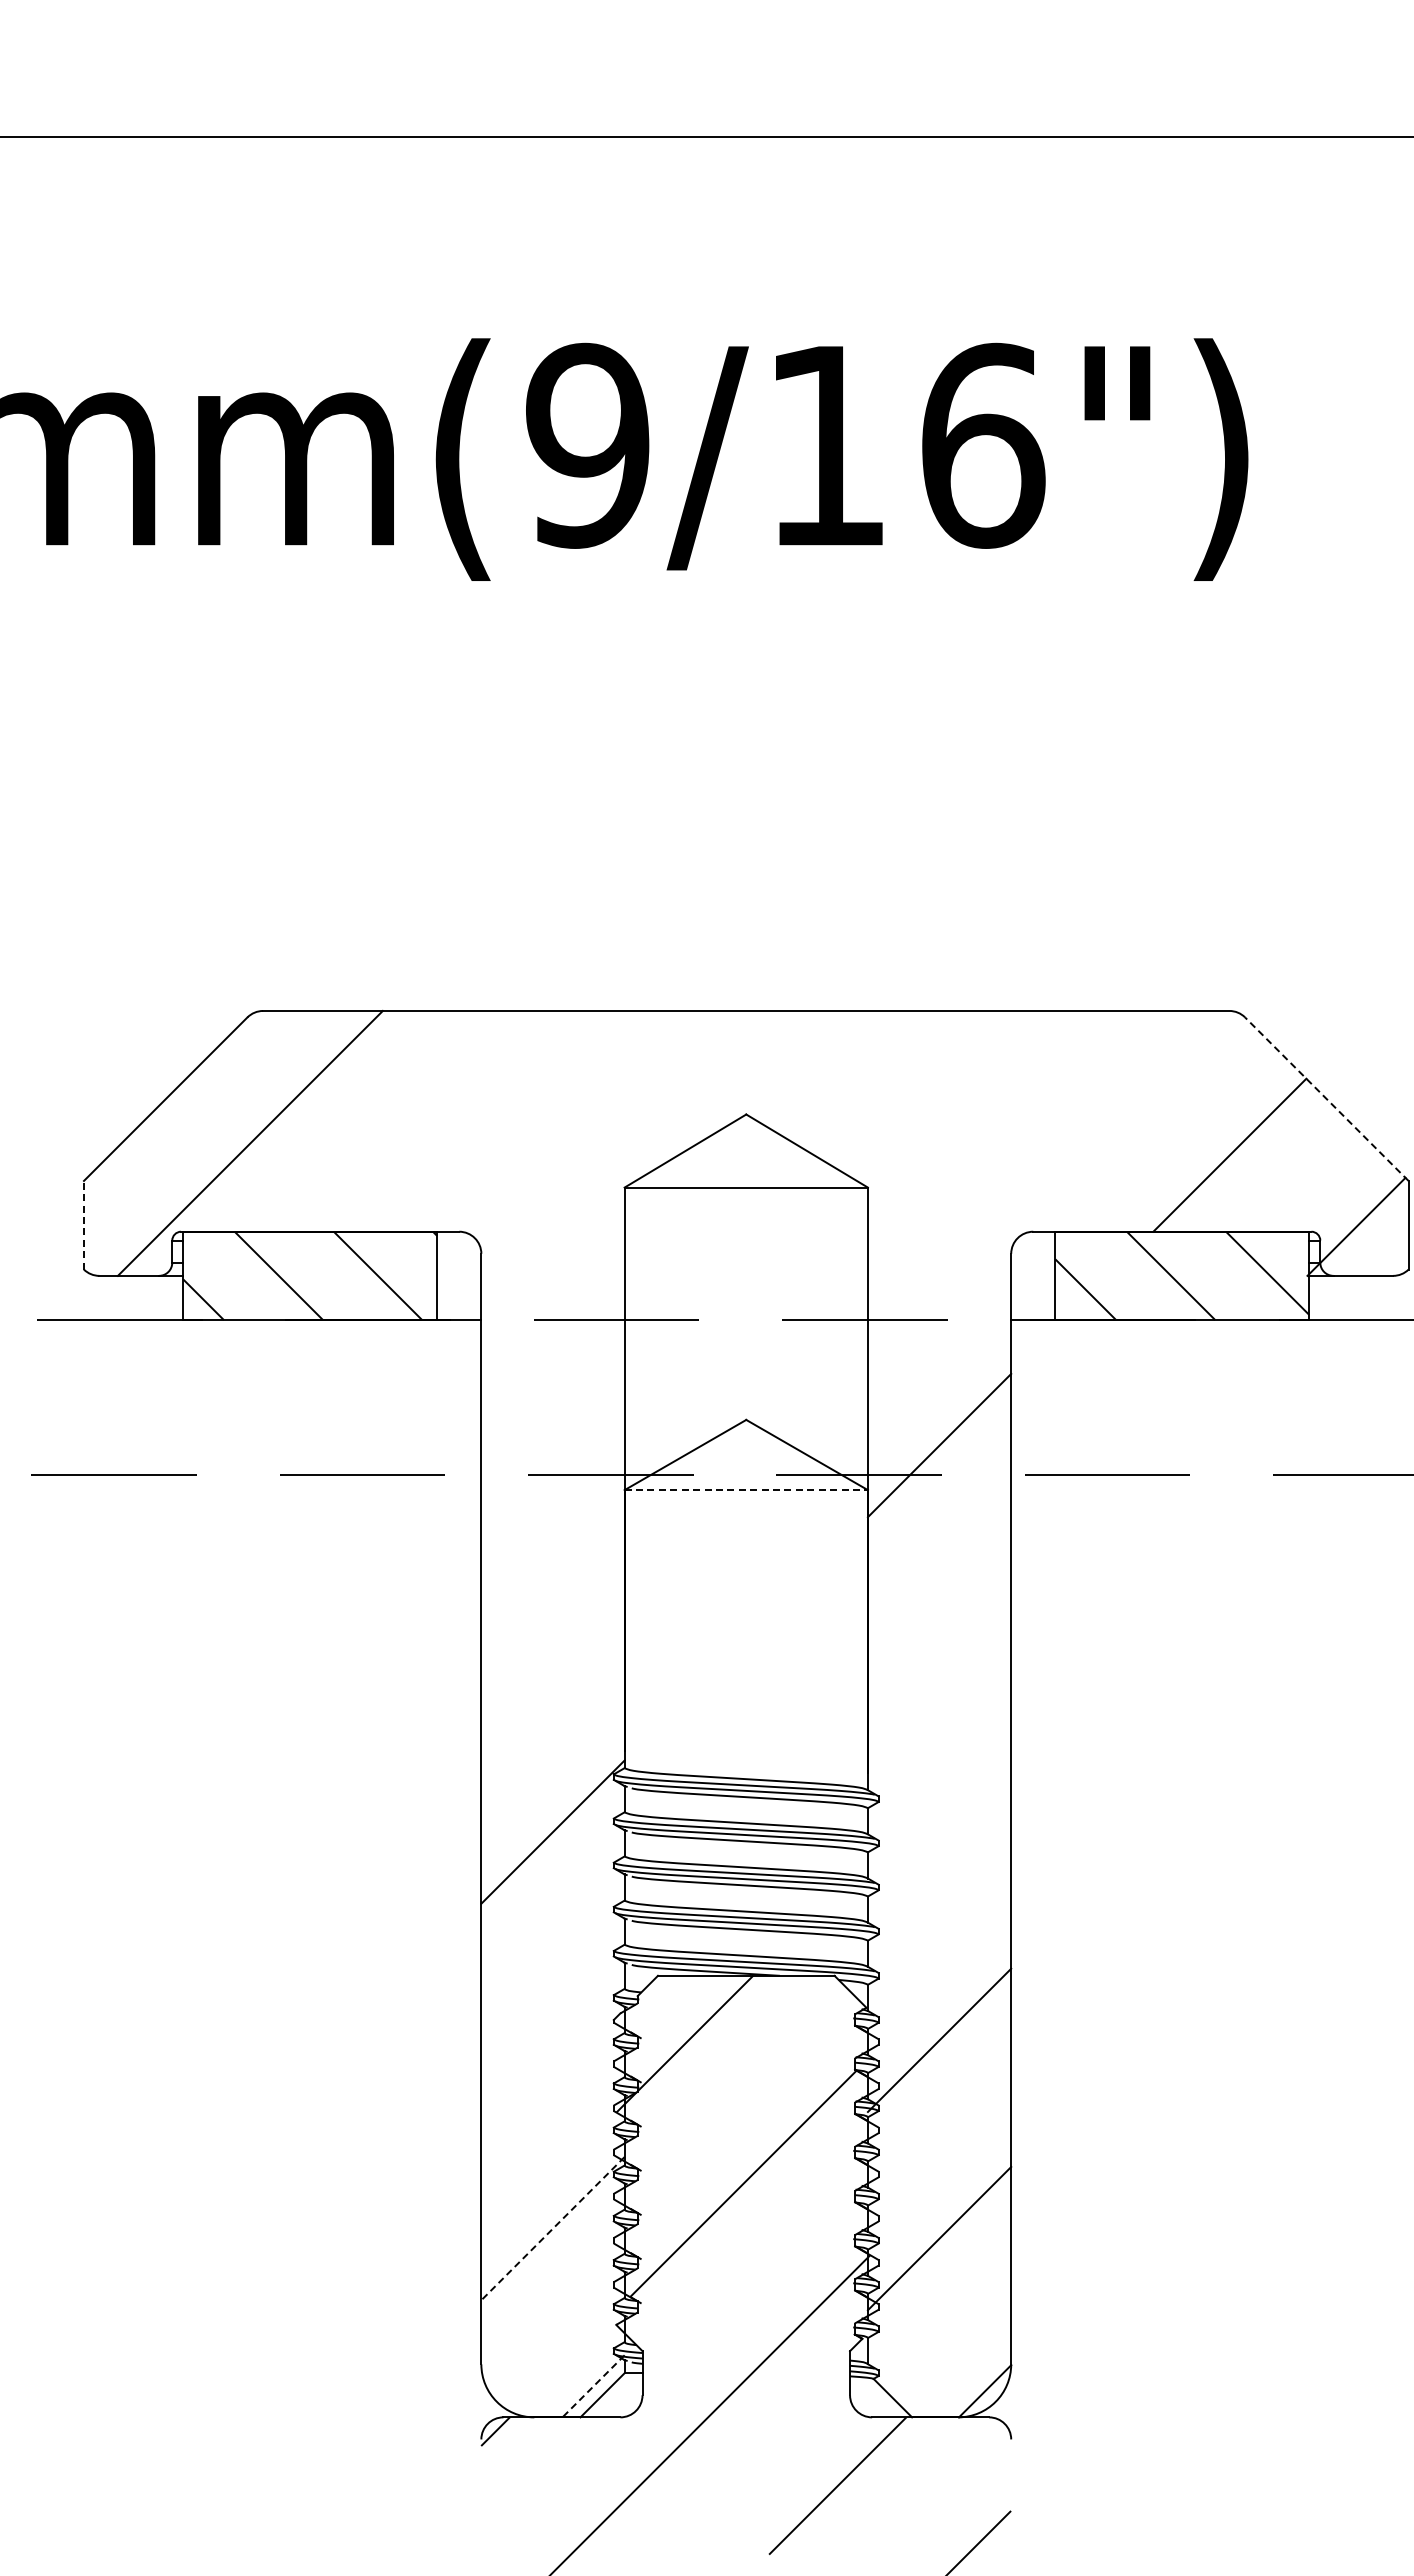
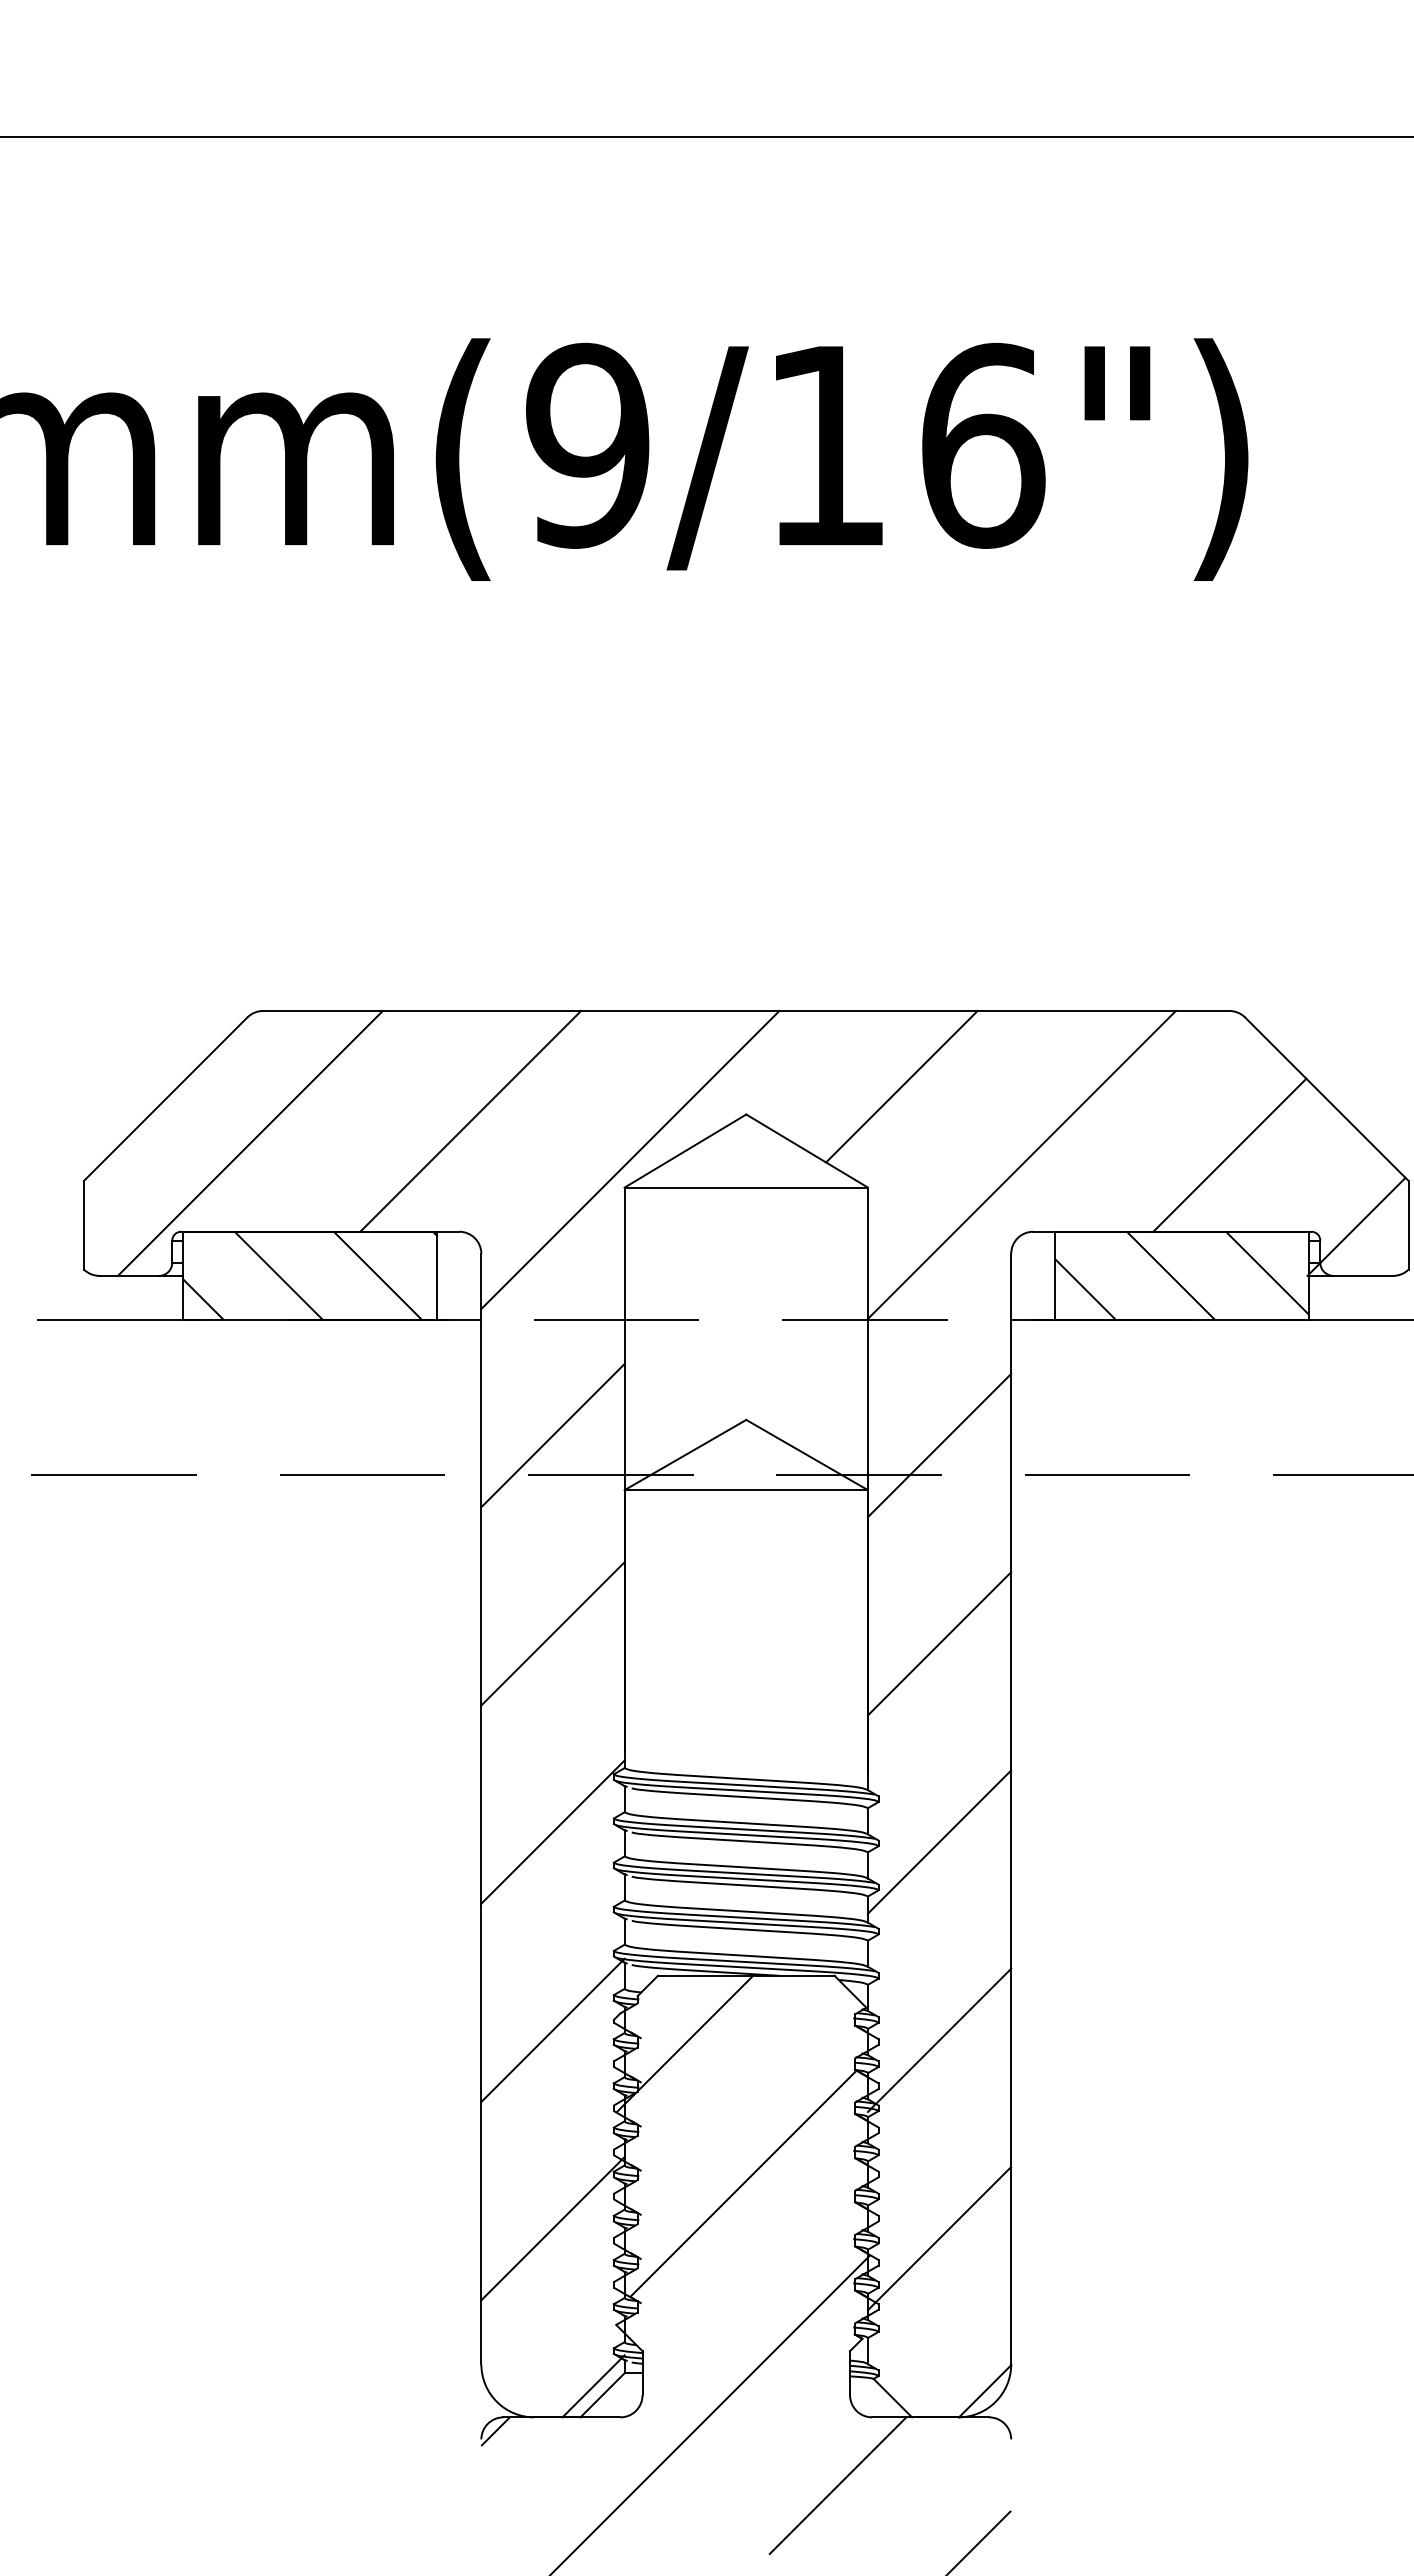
line at (901, 1086): none -> present
line at (1326, 1099): dashed -> solid
line at (470, 1120): none -> present
line at (630, 1159): none -> present
line at (1021, 1164): none -> present
line at (83, 1224): dashed -> solid
line at (552, 1435): none -> present
line at (746, 1490): dashed -> solid
line at (552, 1633): none -> present
line at (939, 1643): none -> present
line at (939, 1841): none -> present
line at (552, 2030): none -> present
line at (552, 2229): dashed -> solid
line at (593, 2386): dashed -> solid
